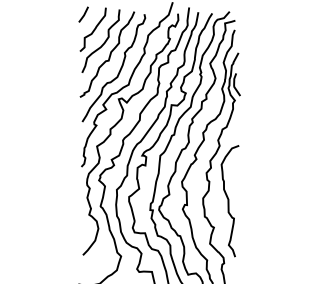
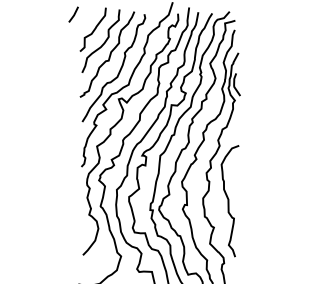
line at (83, 14) position: (83, 14) -> (73, 14)
